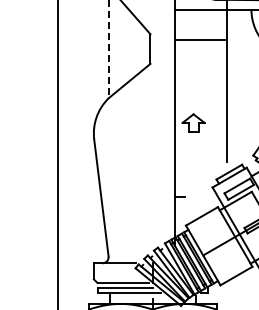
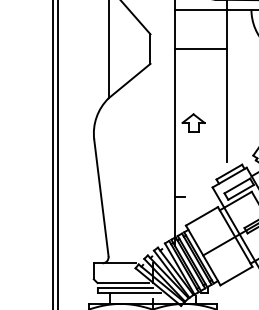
line at (200, 40) position: (200, 40) -> (200, 49)
line at (108, 49): dashed -> solid
line at (52, 154): none -> present
